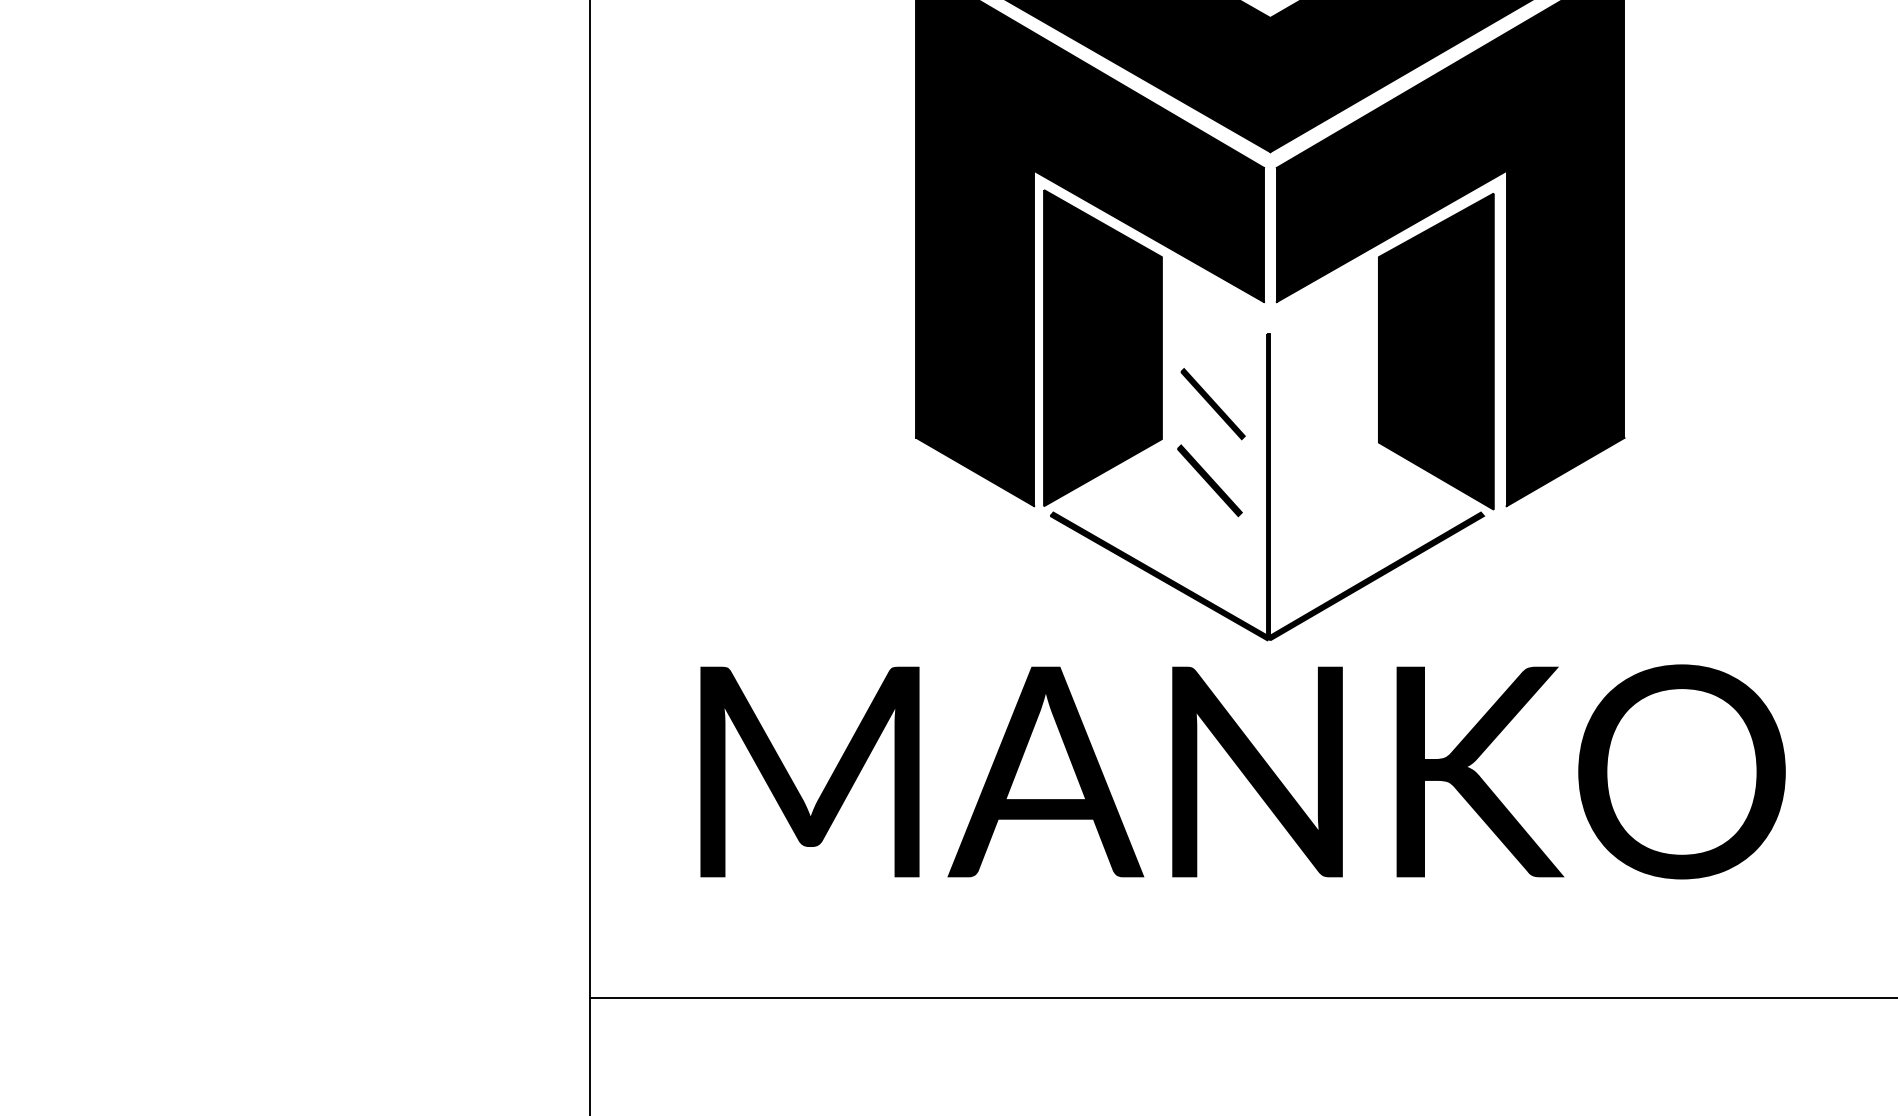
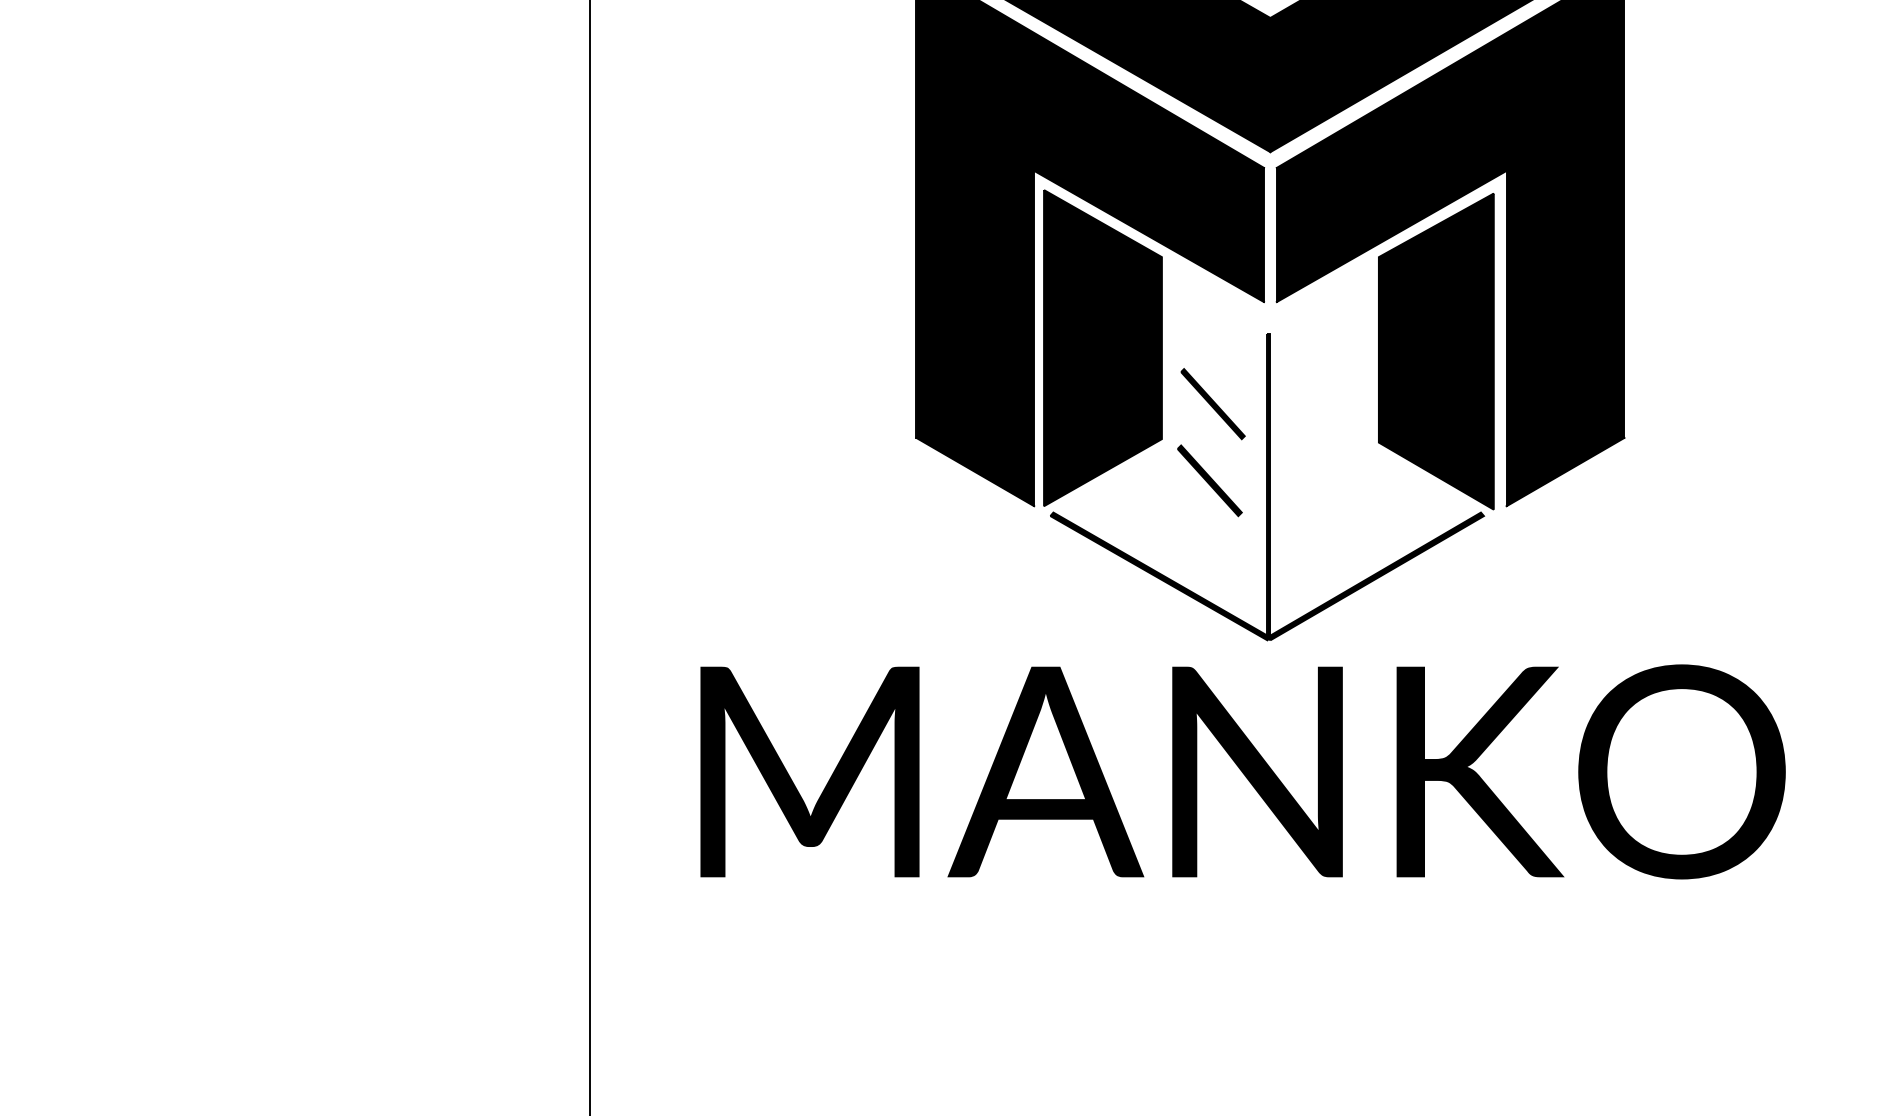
line at (1241, 998): present -> none
